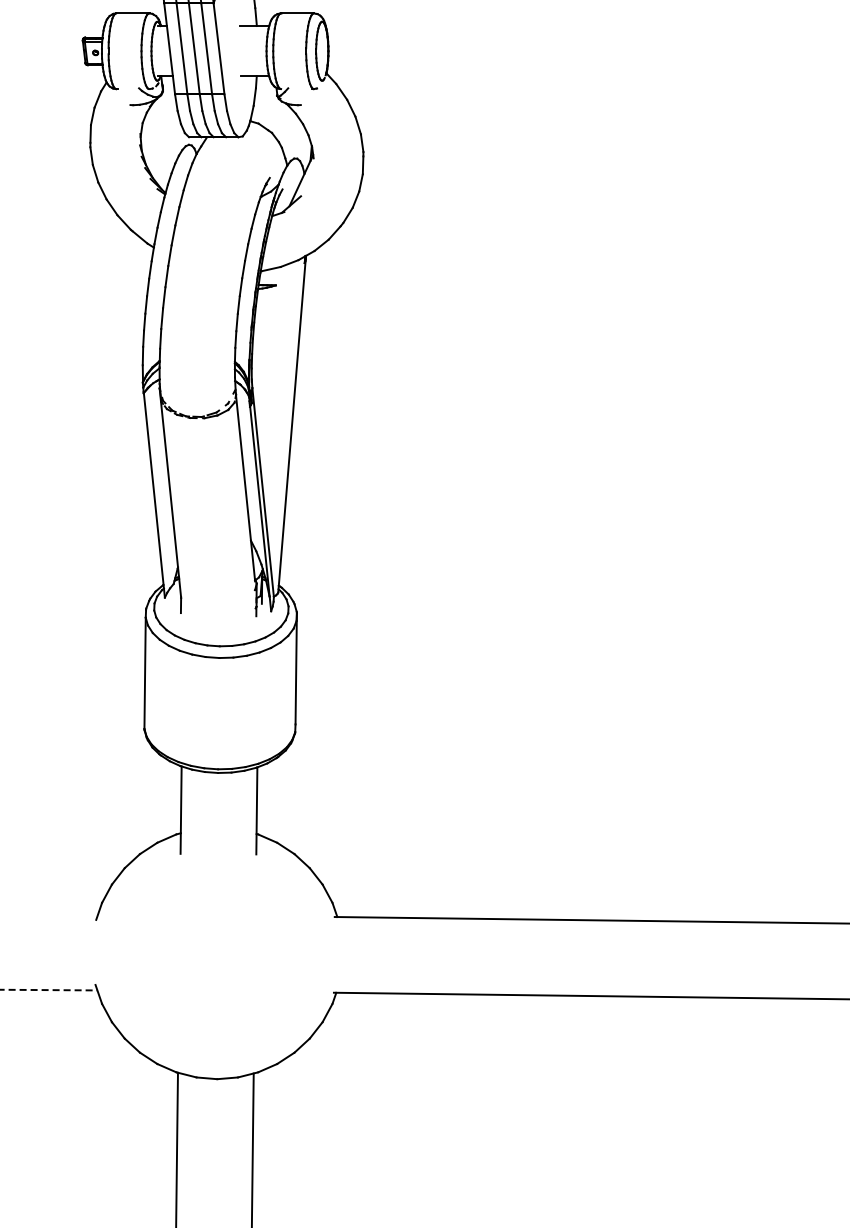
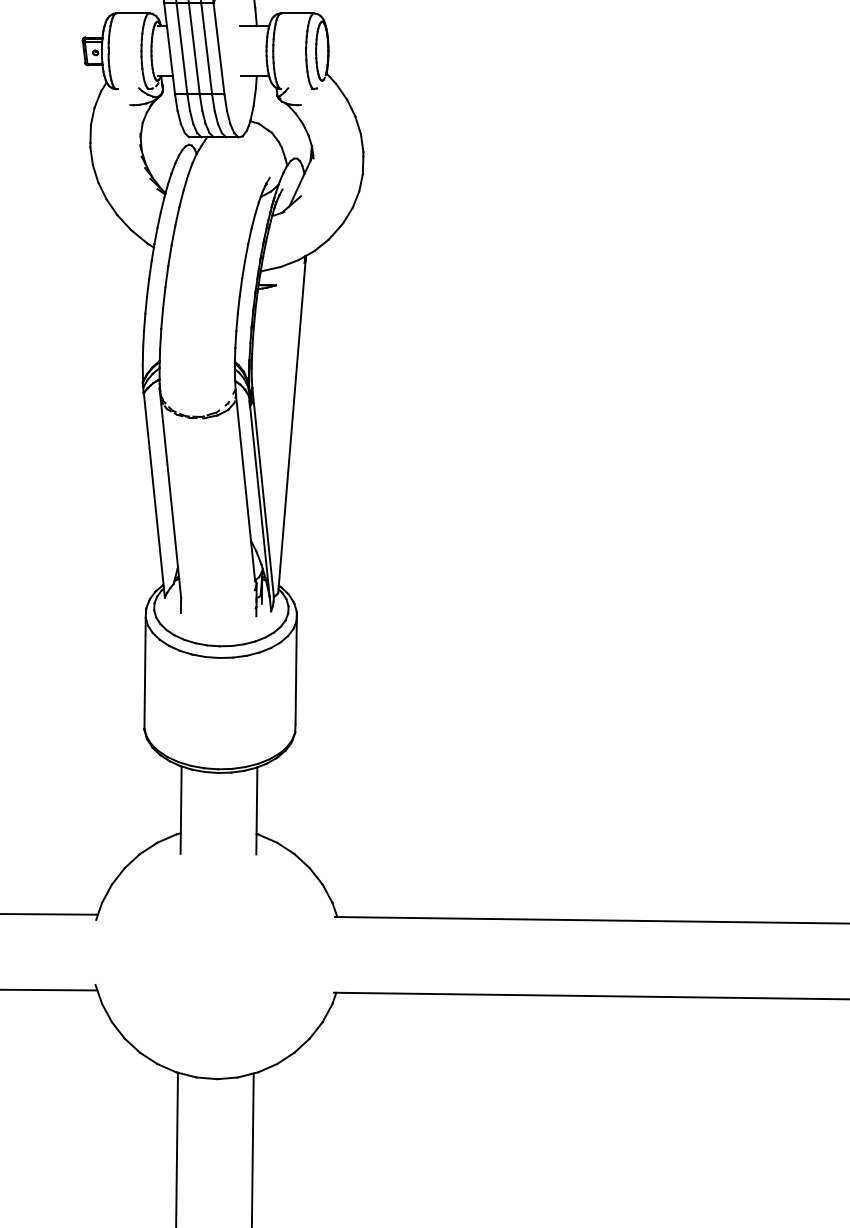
line at (50, 914): none -> present
line at (49, 990): dashed -> solid
